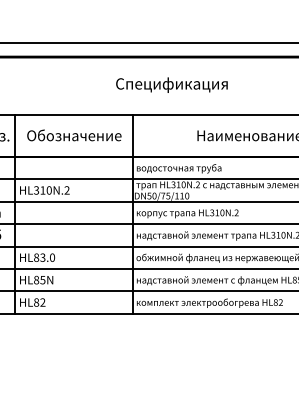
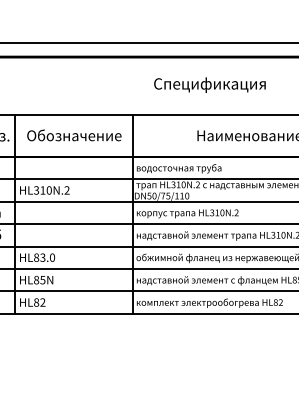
text at (171, 84) position: (171, 84) -> (209, 84)
